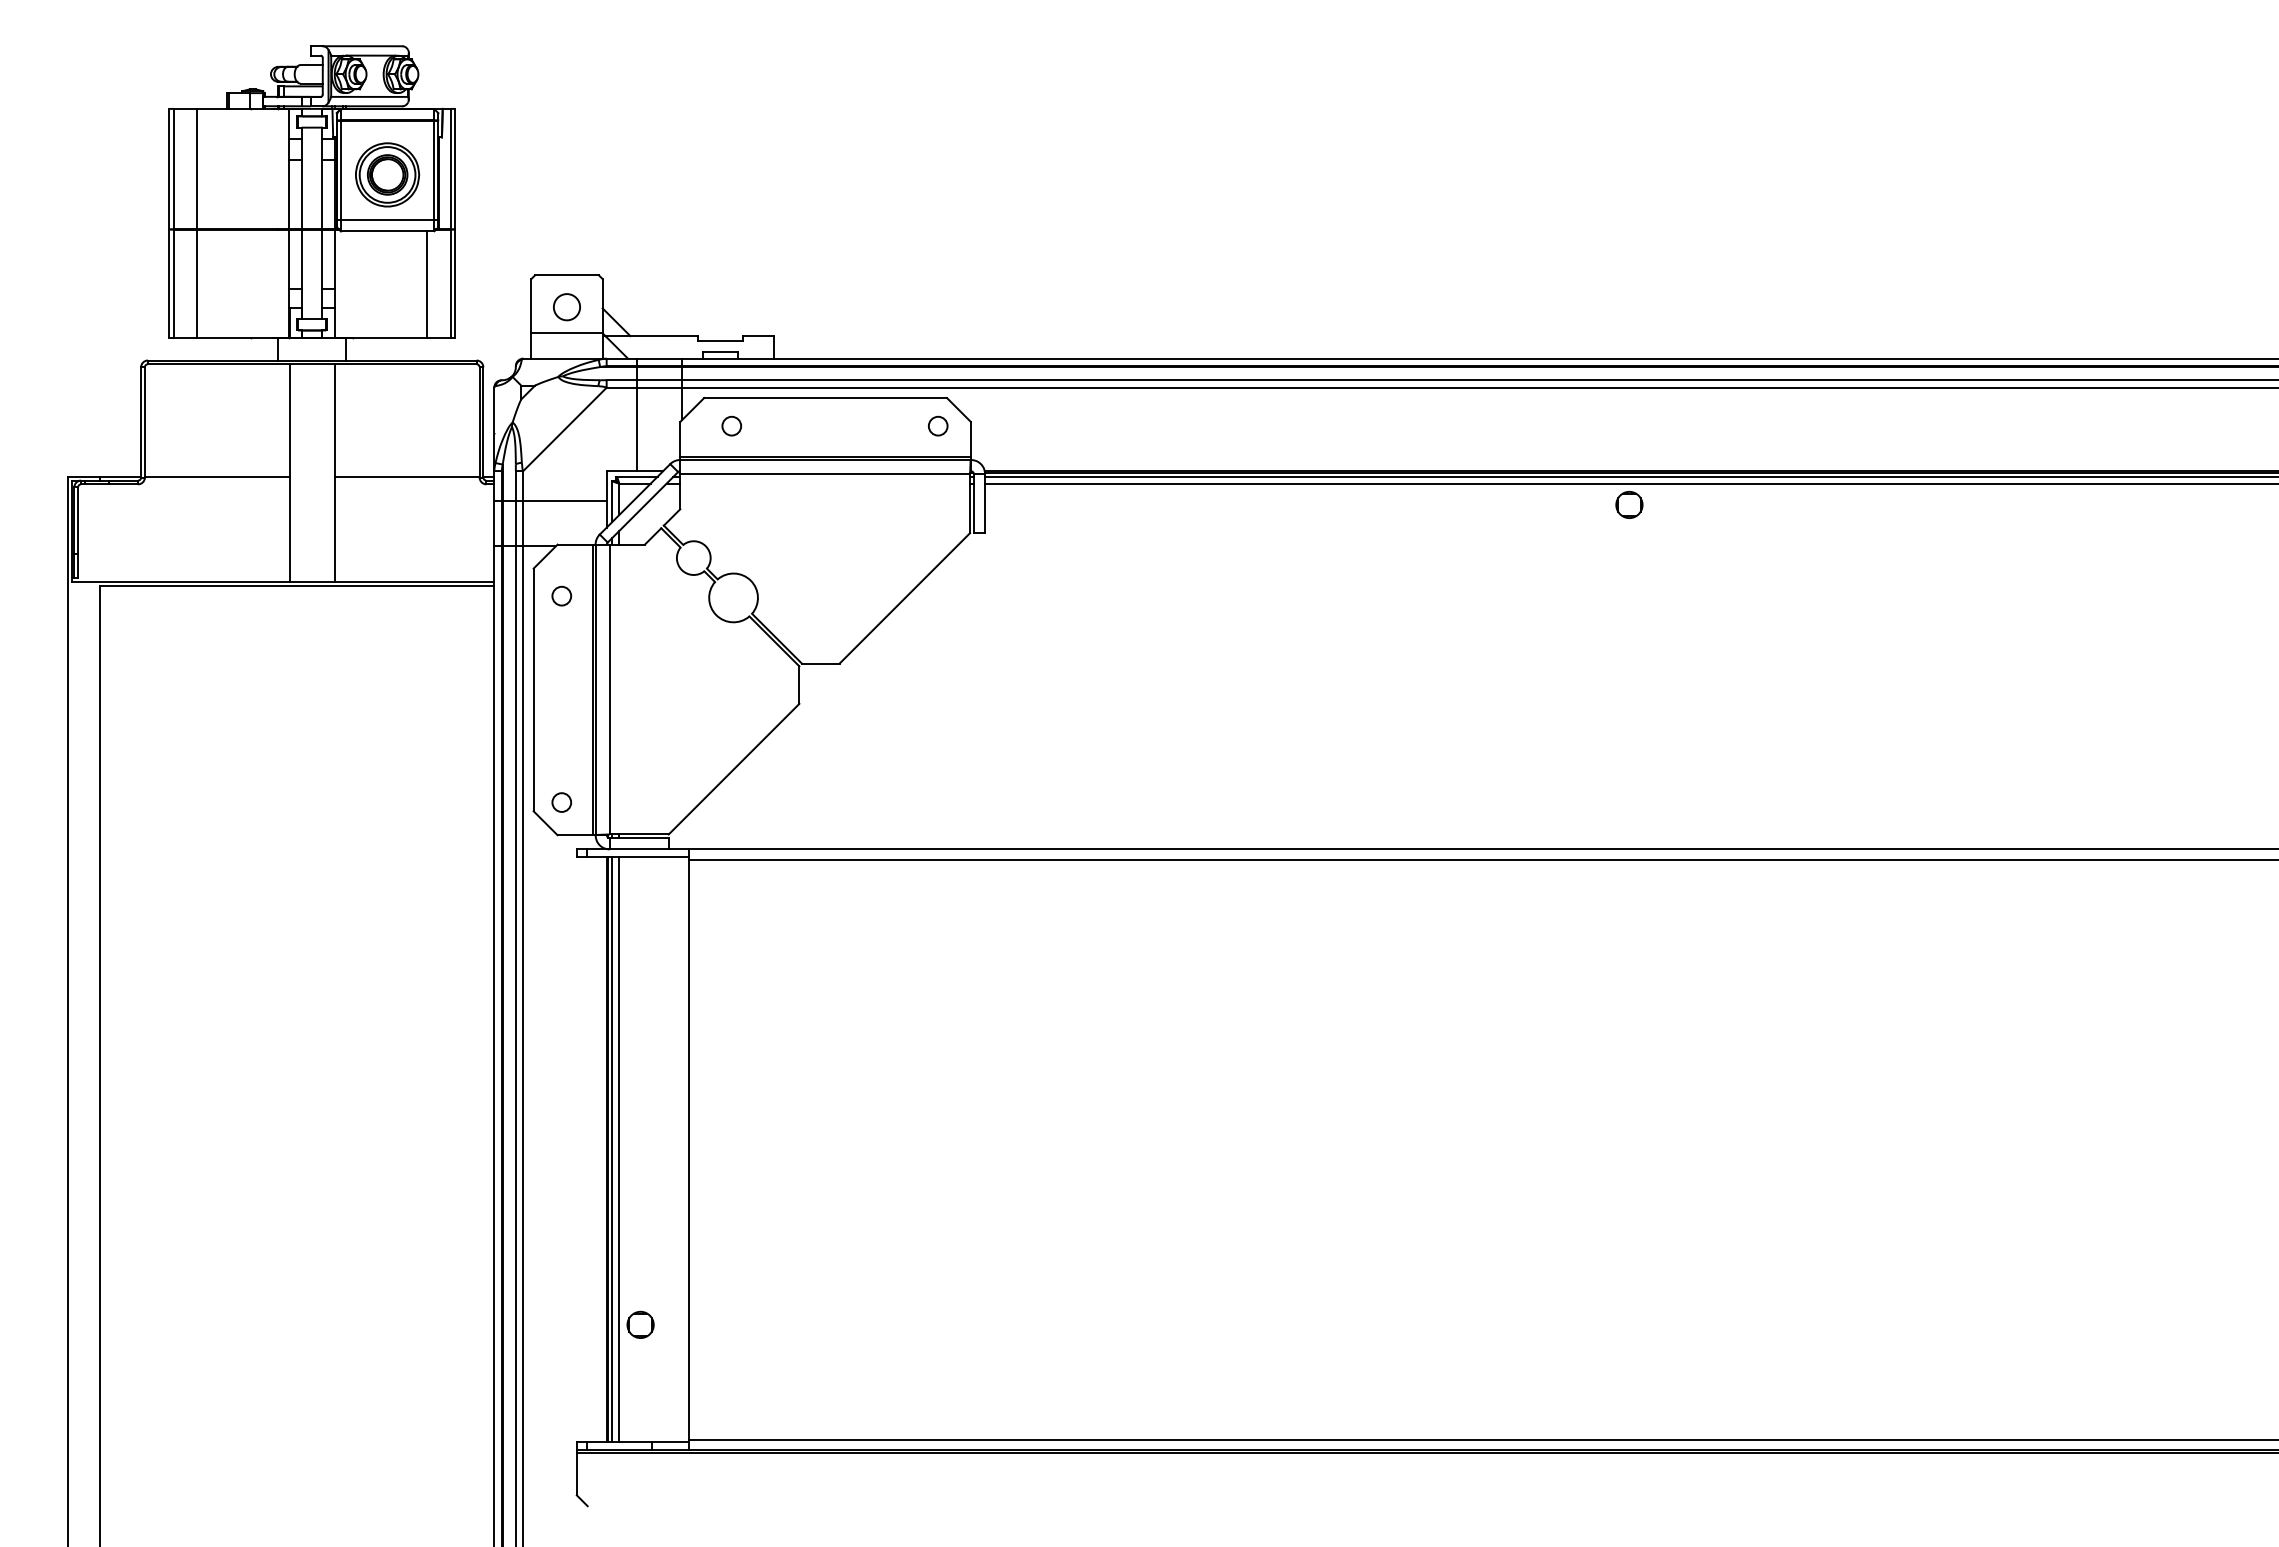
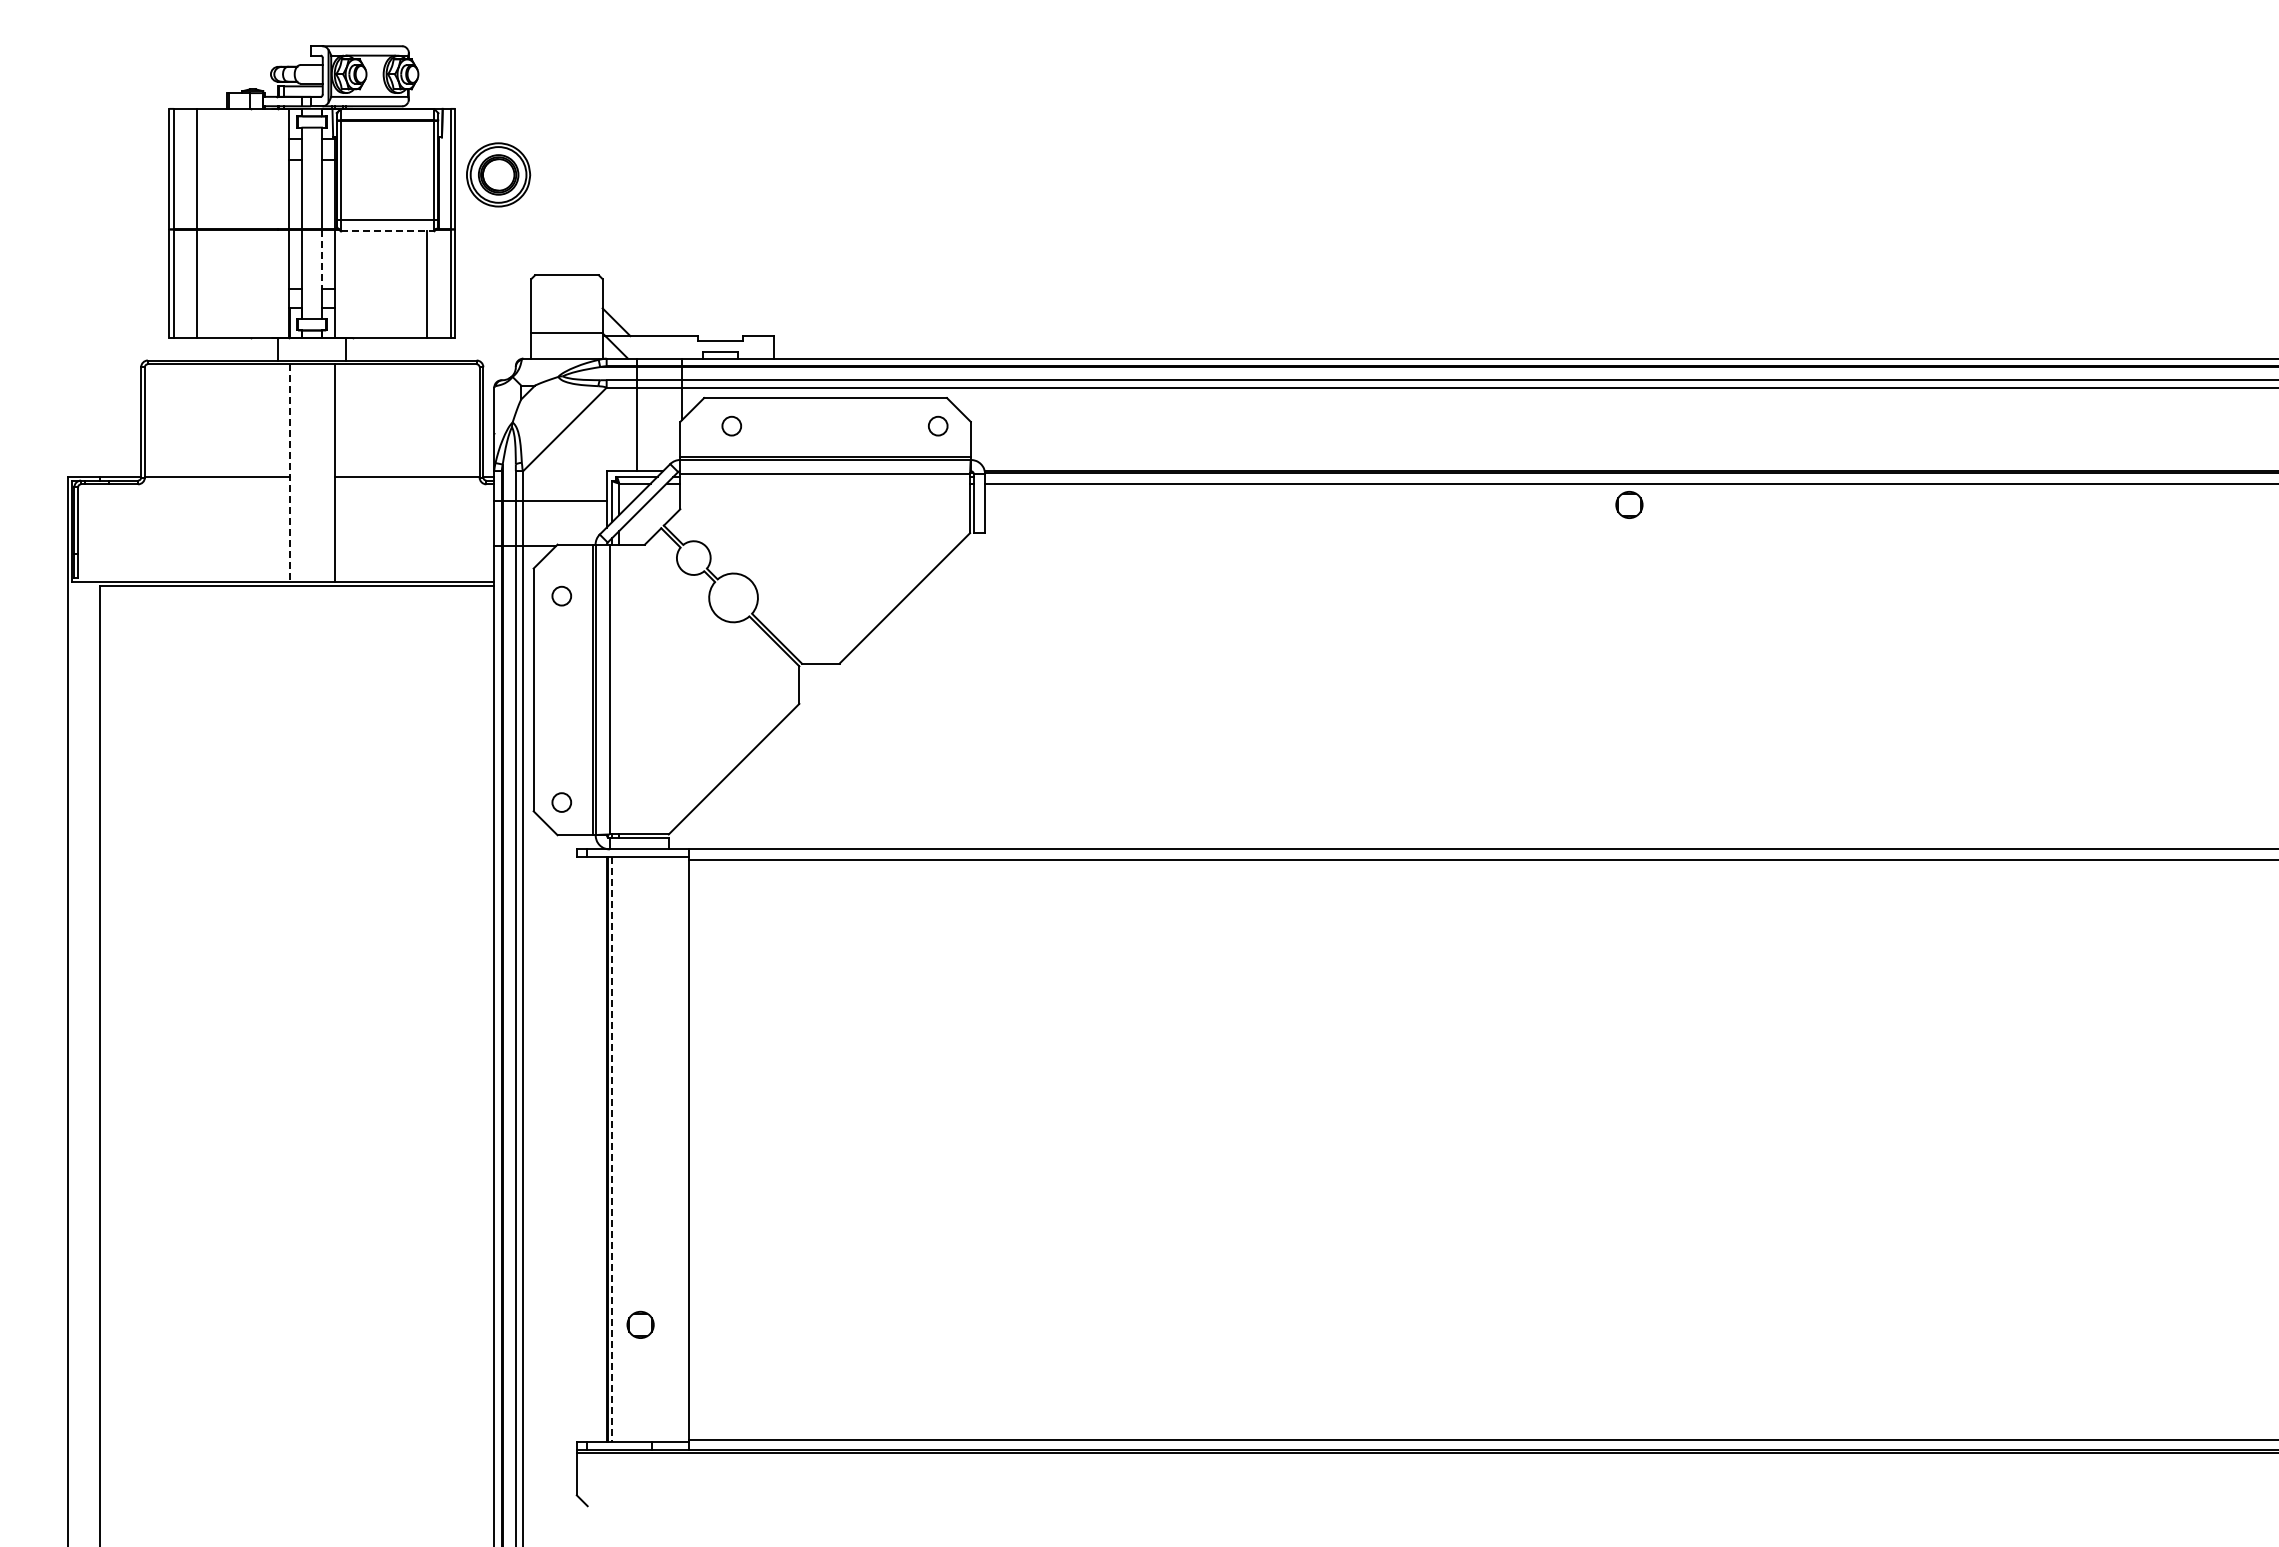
part at (387, 174) position: (387, 174) -> (498, 174)
line at (387, 231): solid -> dashed
line at (321, 259): solid -> dashed
circle at (566, 307): present -> none
line at (289, 473): solid -> dashed
line at (1630, 476): present -> none
line at (612, 1149): solid -> dashed
line at (619, 1149): present -> none
